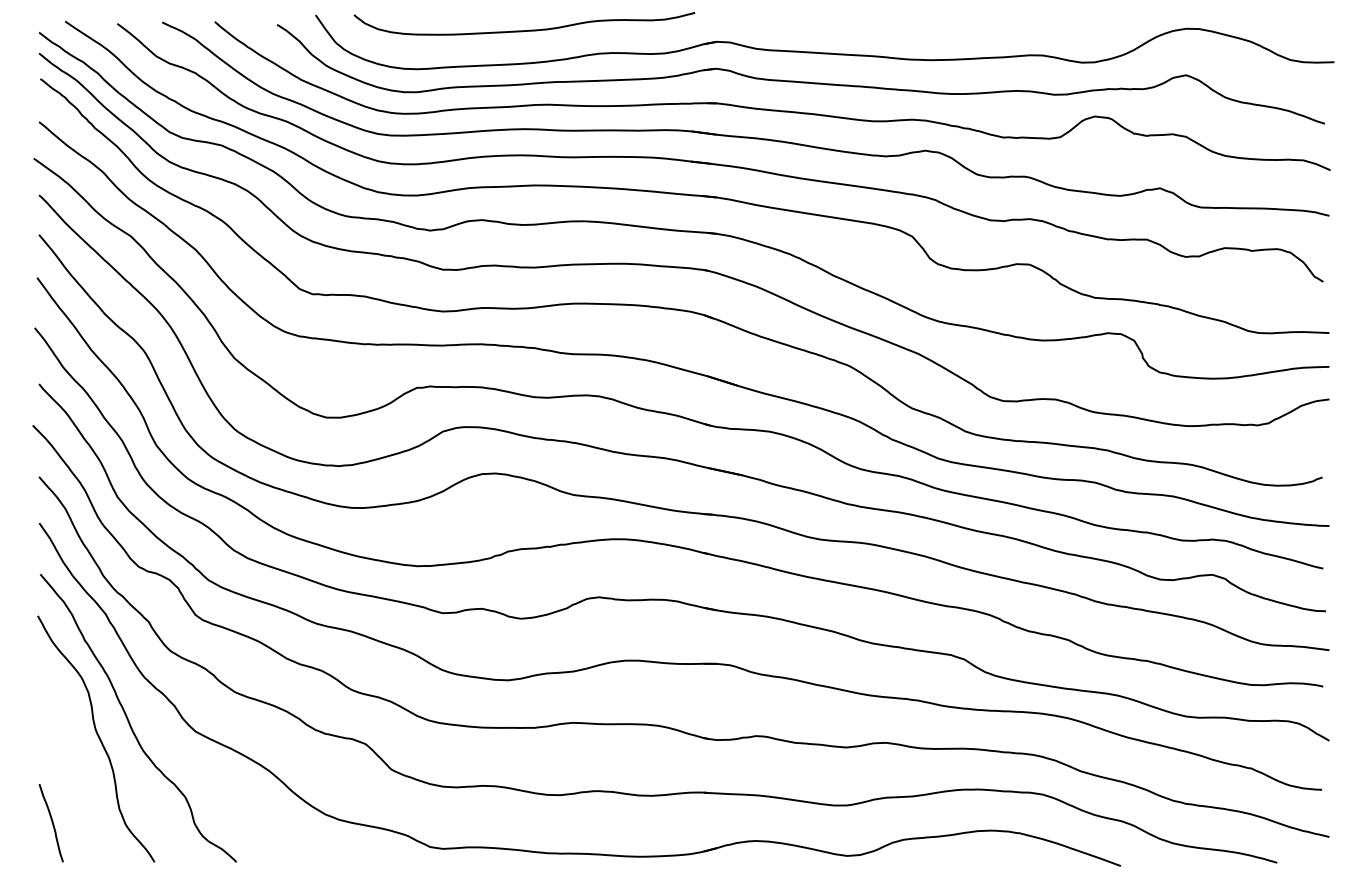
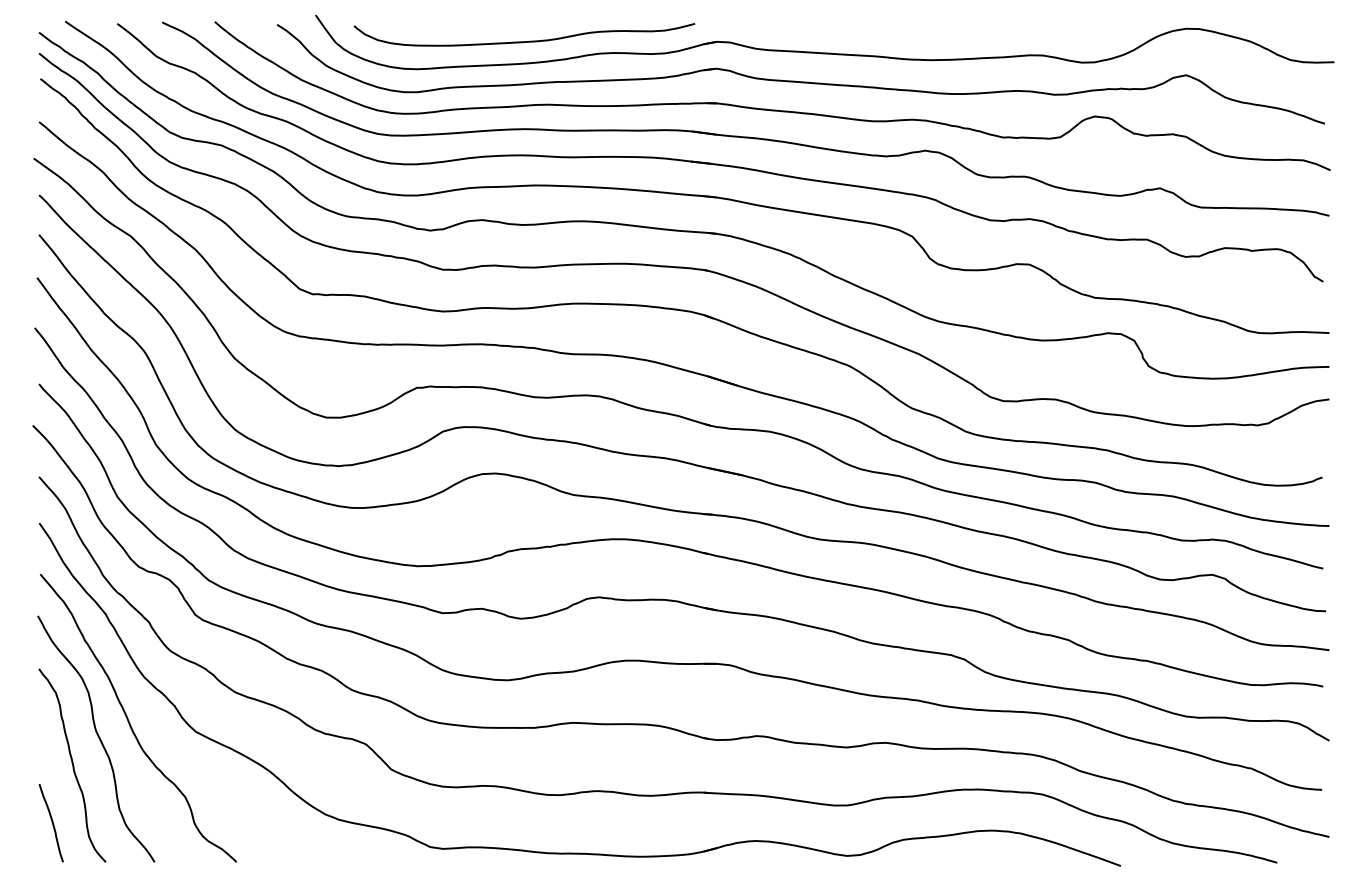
curve at (524, 30) position: (524, 30) -> (524, 41)
curve at (72, 765): none -> present
